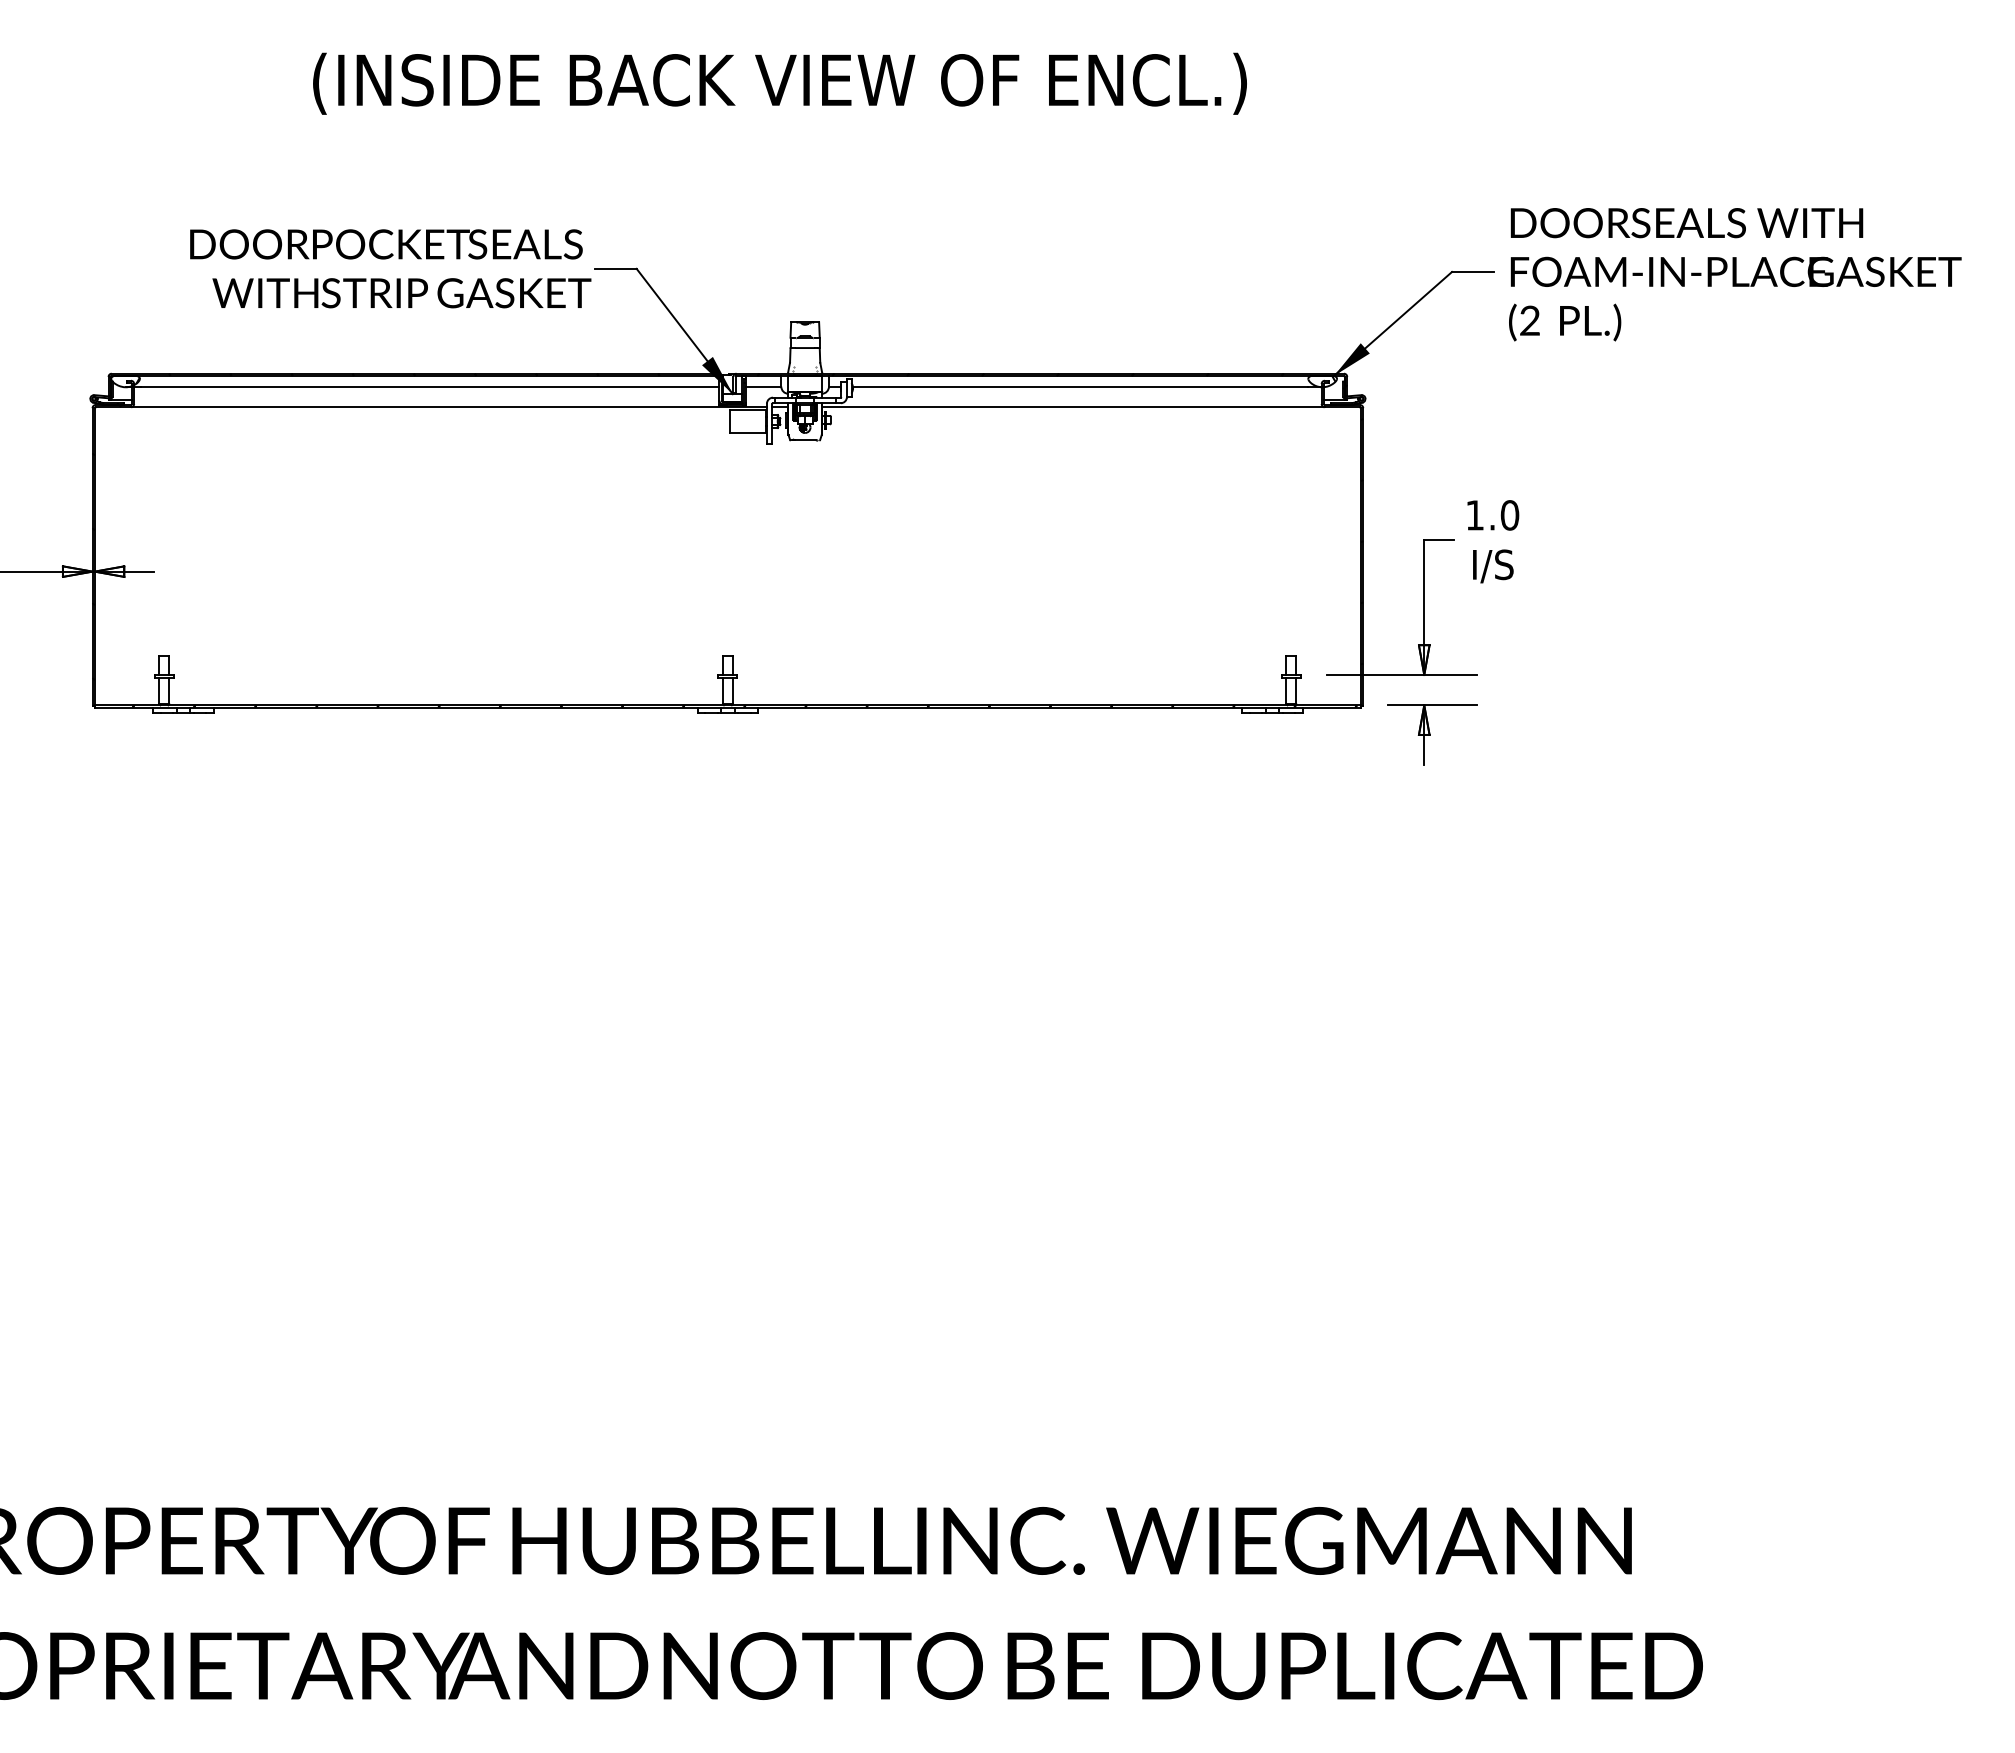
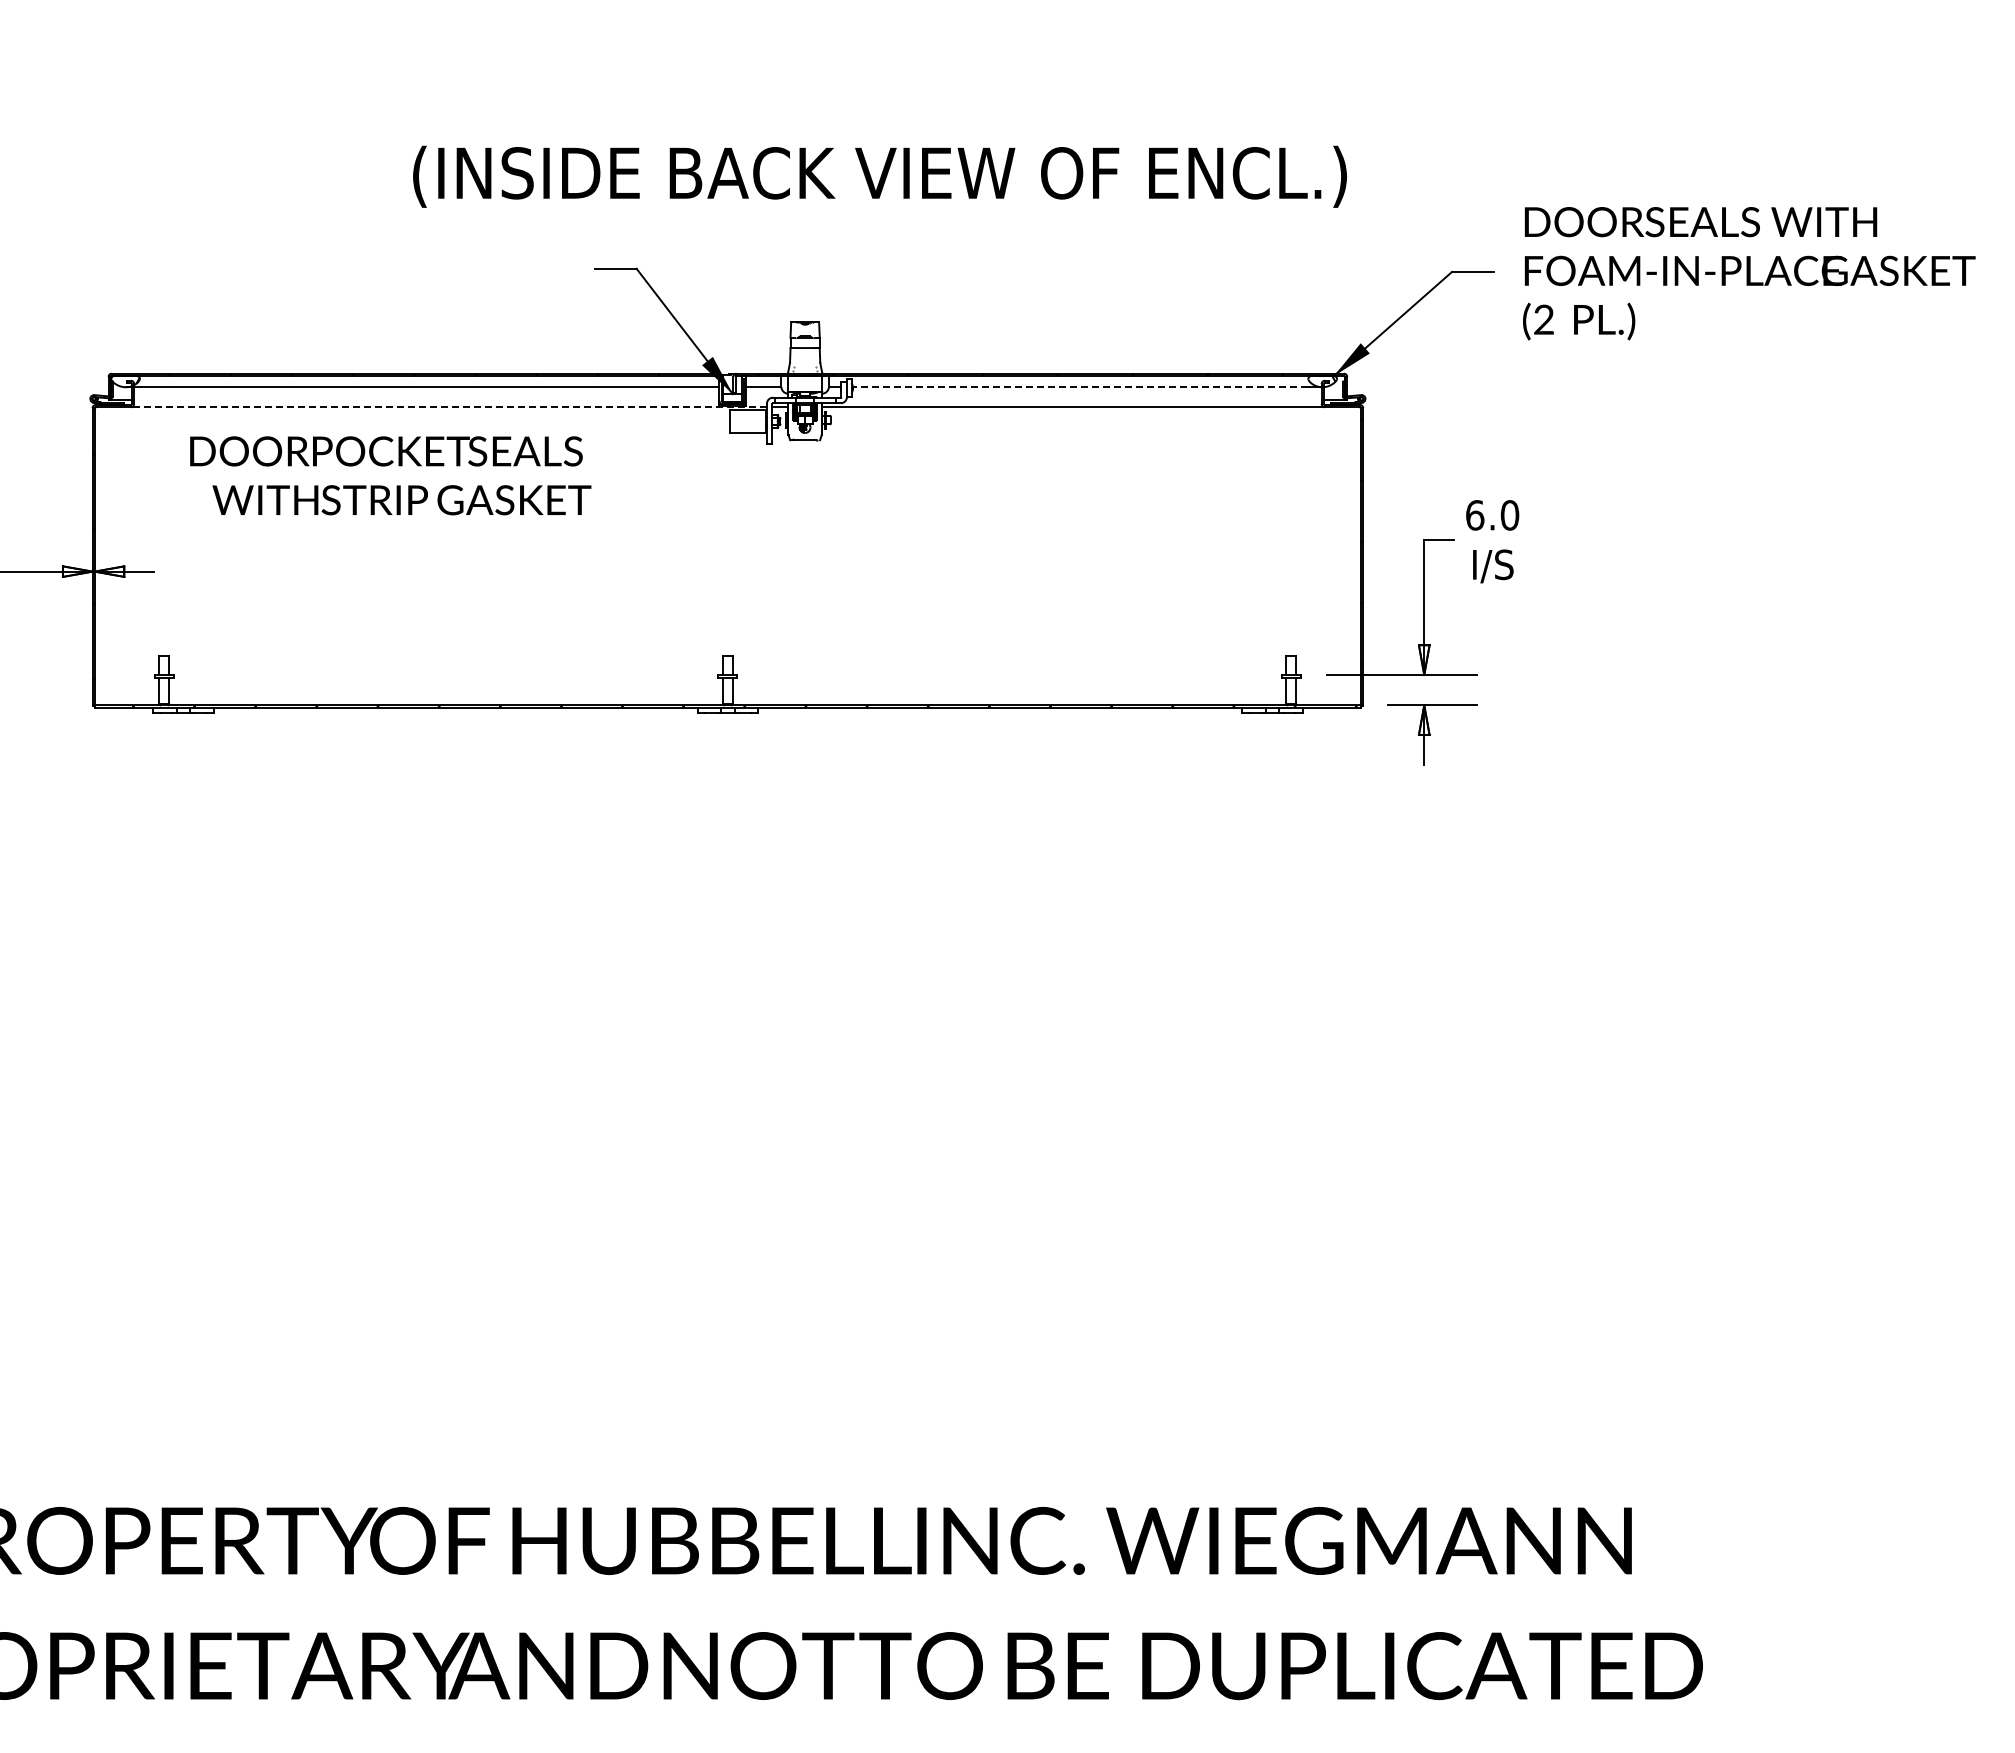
text at (779, 83) position: (779, 83) -> (879, 176)
text at (390, 268) position: (390, 268) -> (390, 475)
text at (1735, 274) position: (1735, 274) -> (1749, 273)
line at (1079, 387): solid -> dashed
line at (449, 407): solid -> dashed
text at (1475, 515): 1.0 -> 6.0
